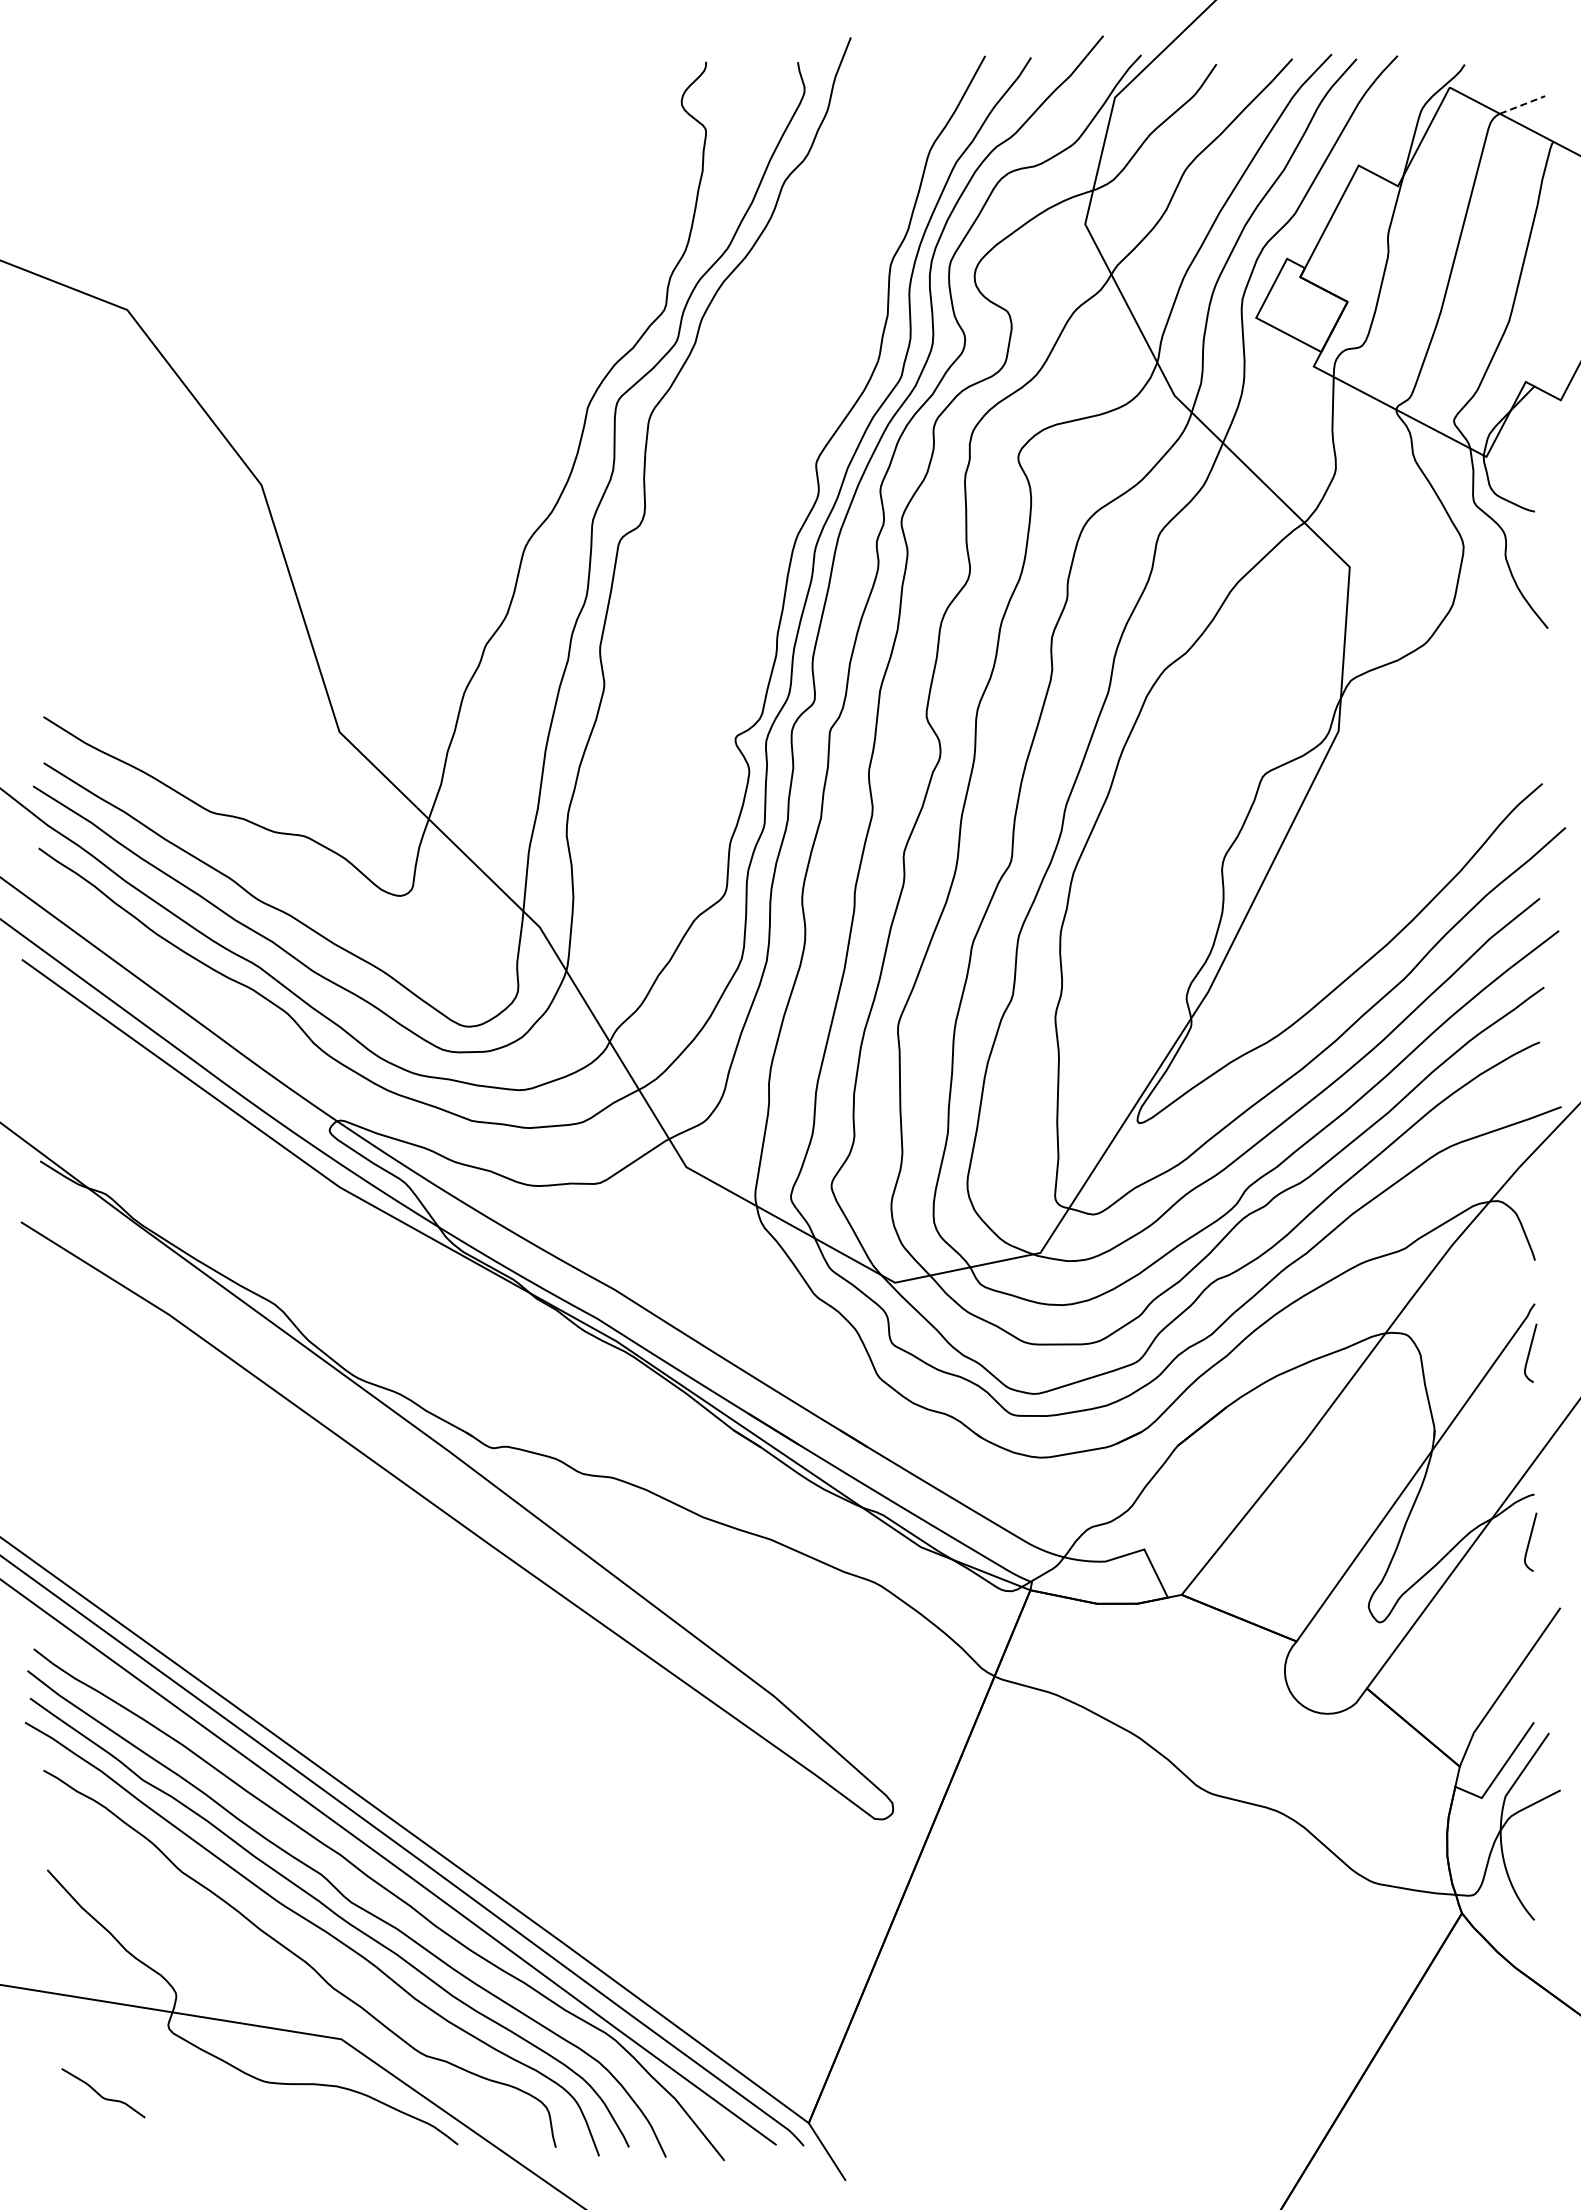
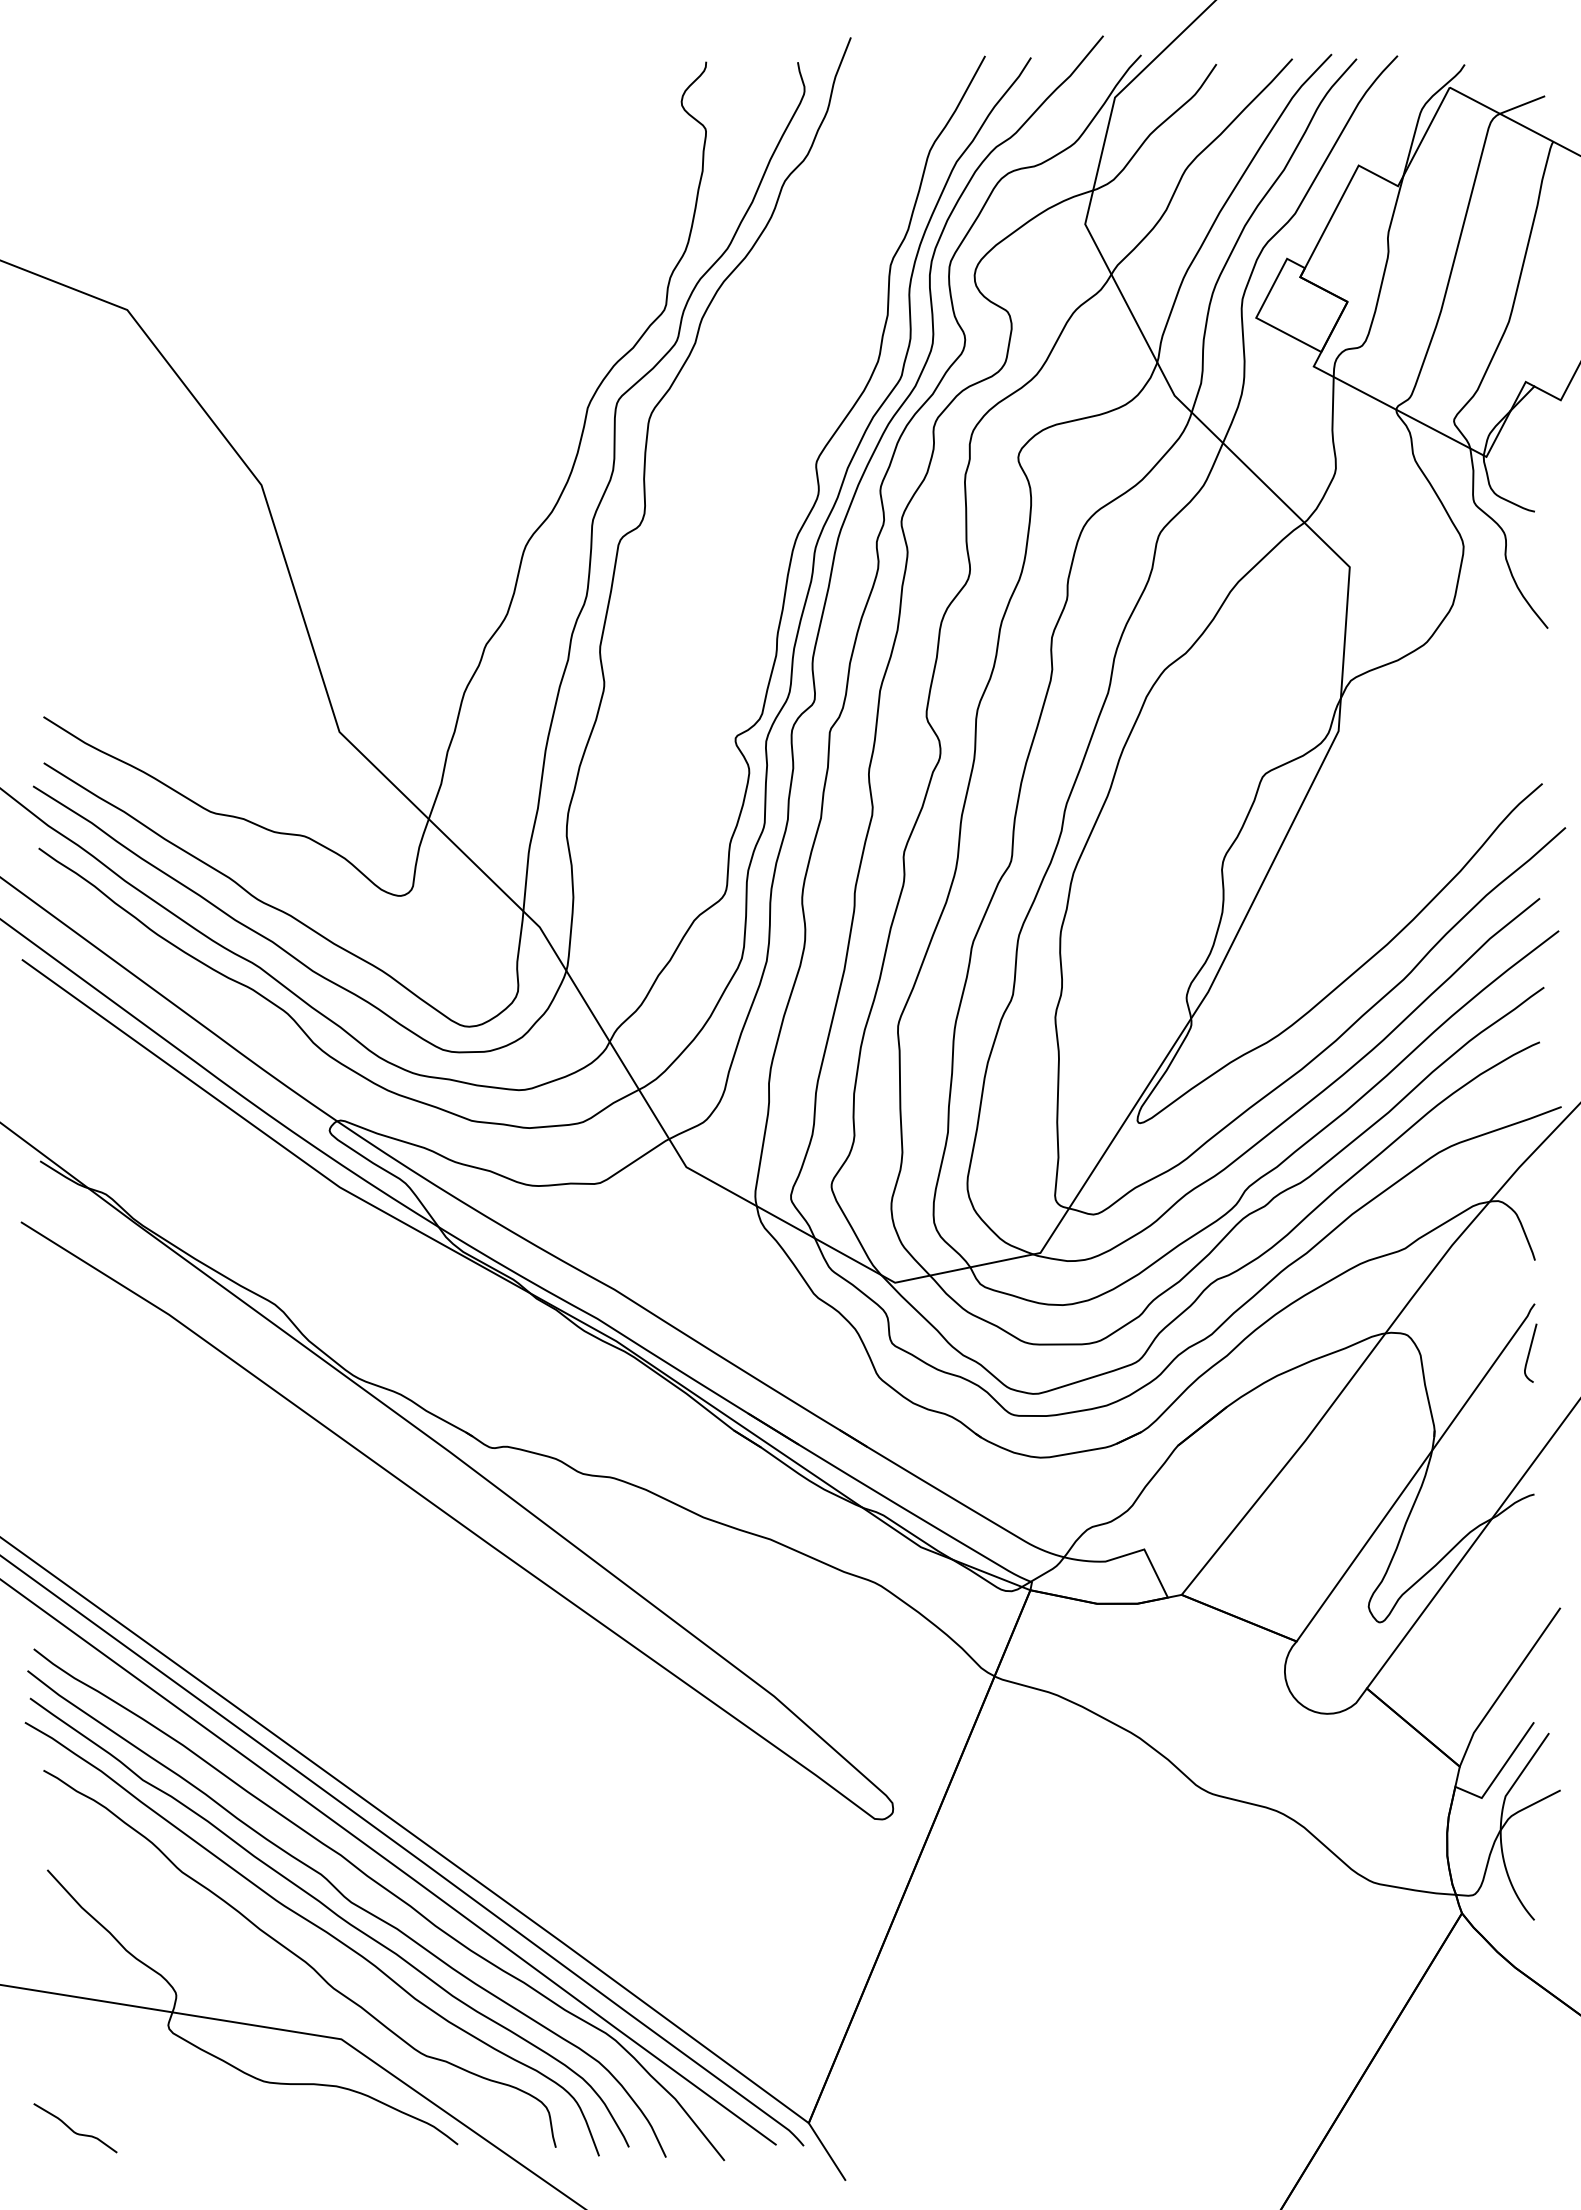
line at (1523, 104): dashed -> solid
curve at (1530, 1541): present -> none
curve at (101, 2095) position: (101, 2095) -> (73, 2130)
